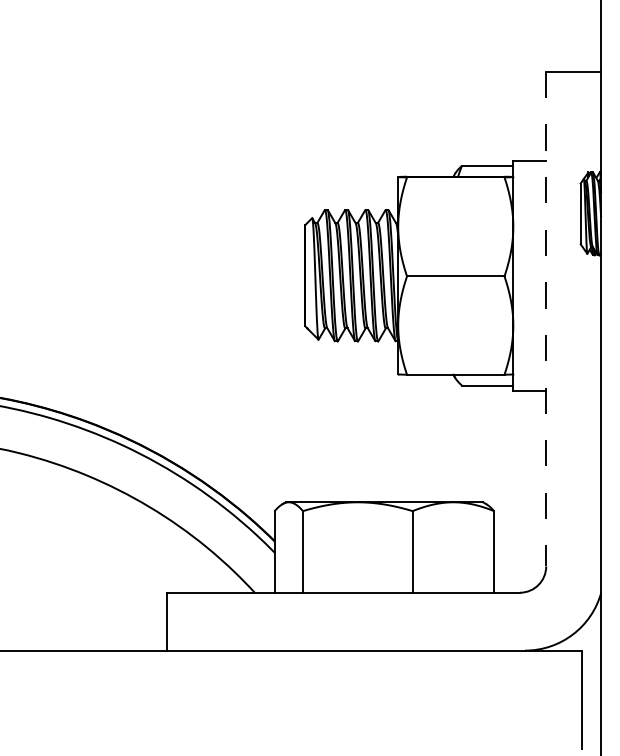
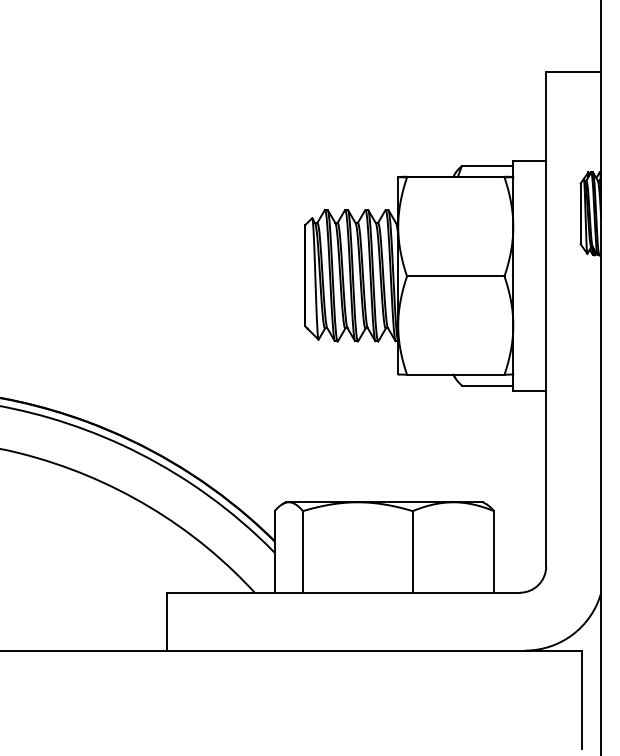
line at (546, 319): dashed -> solid
